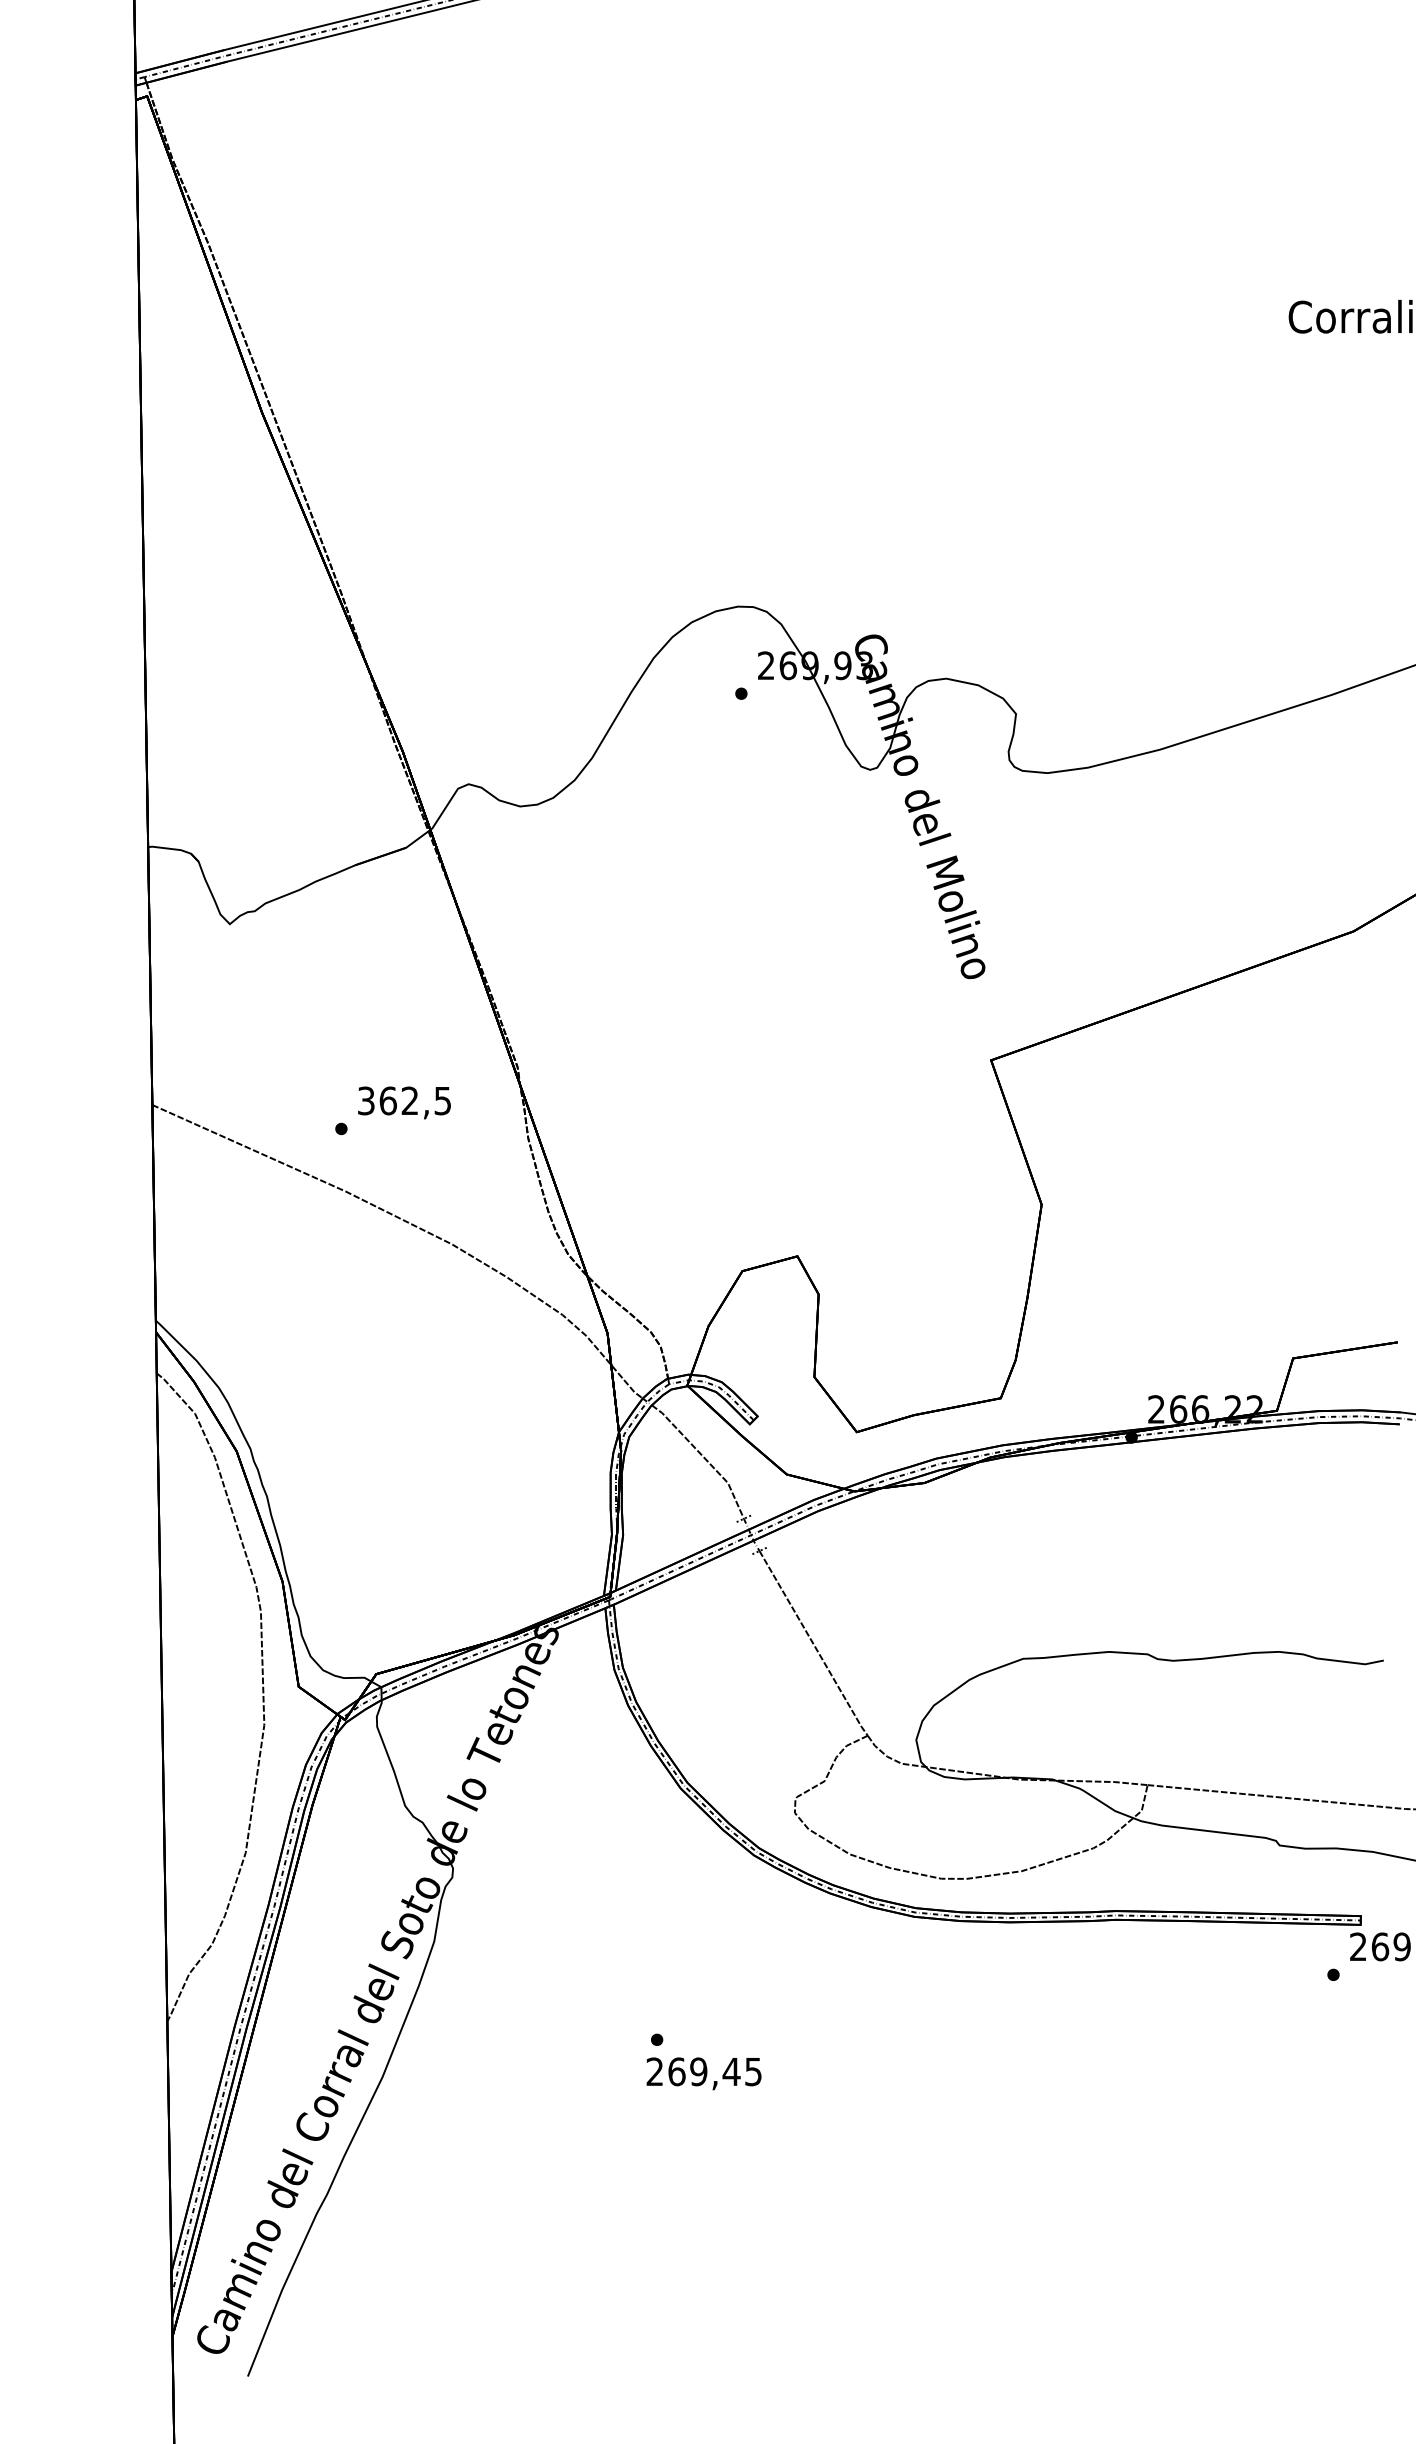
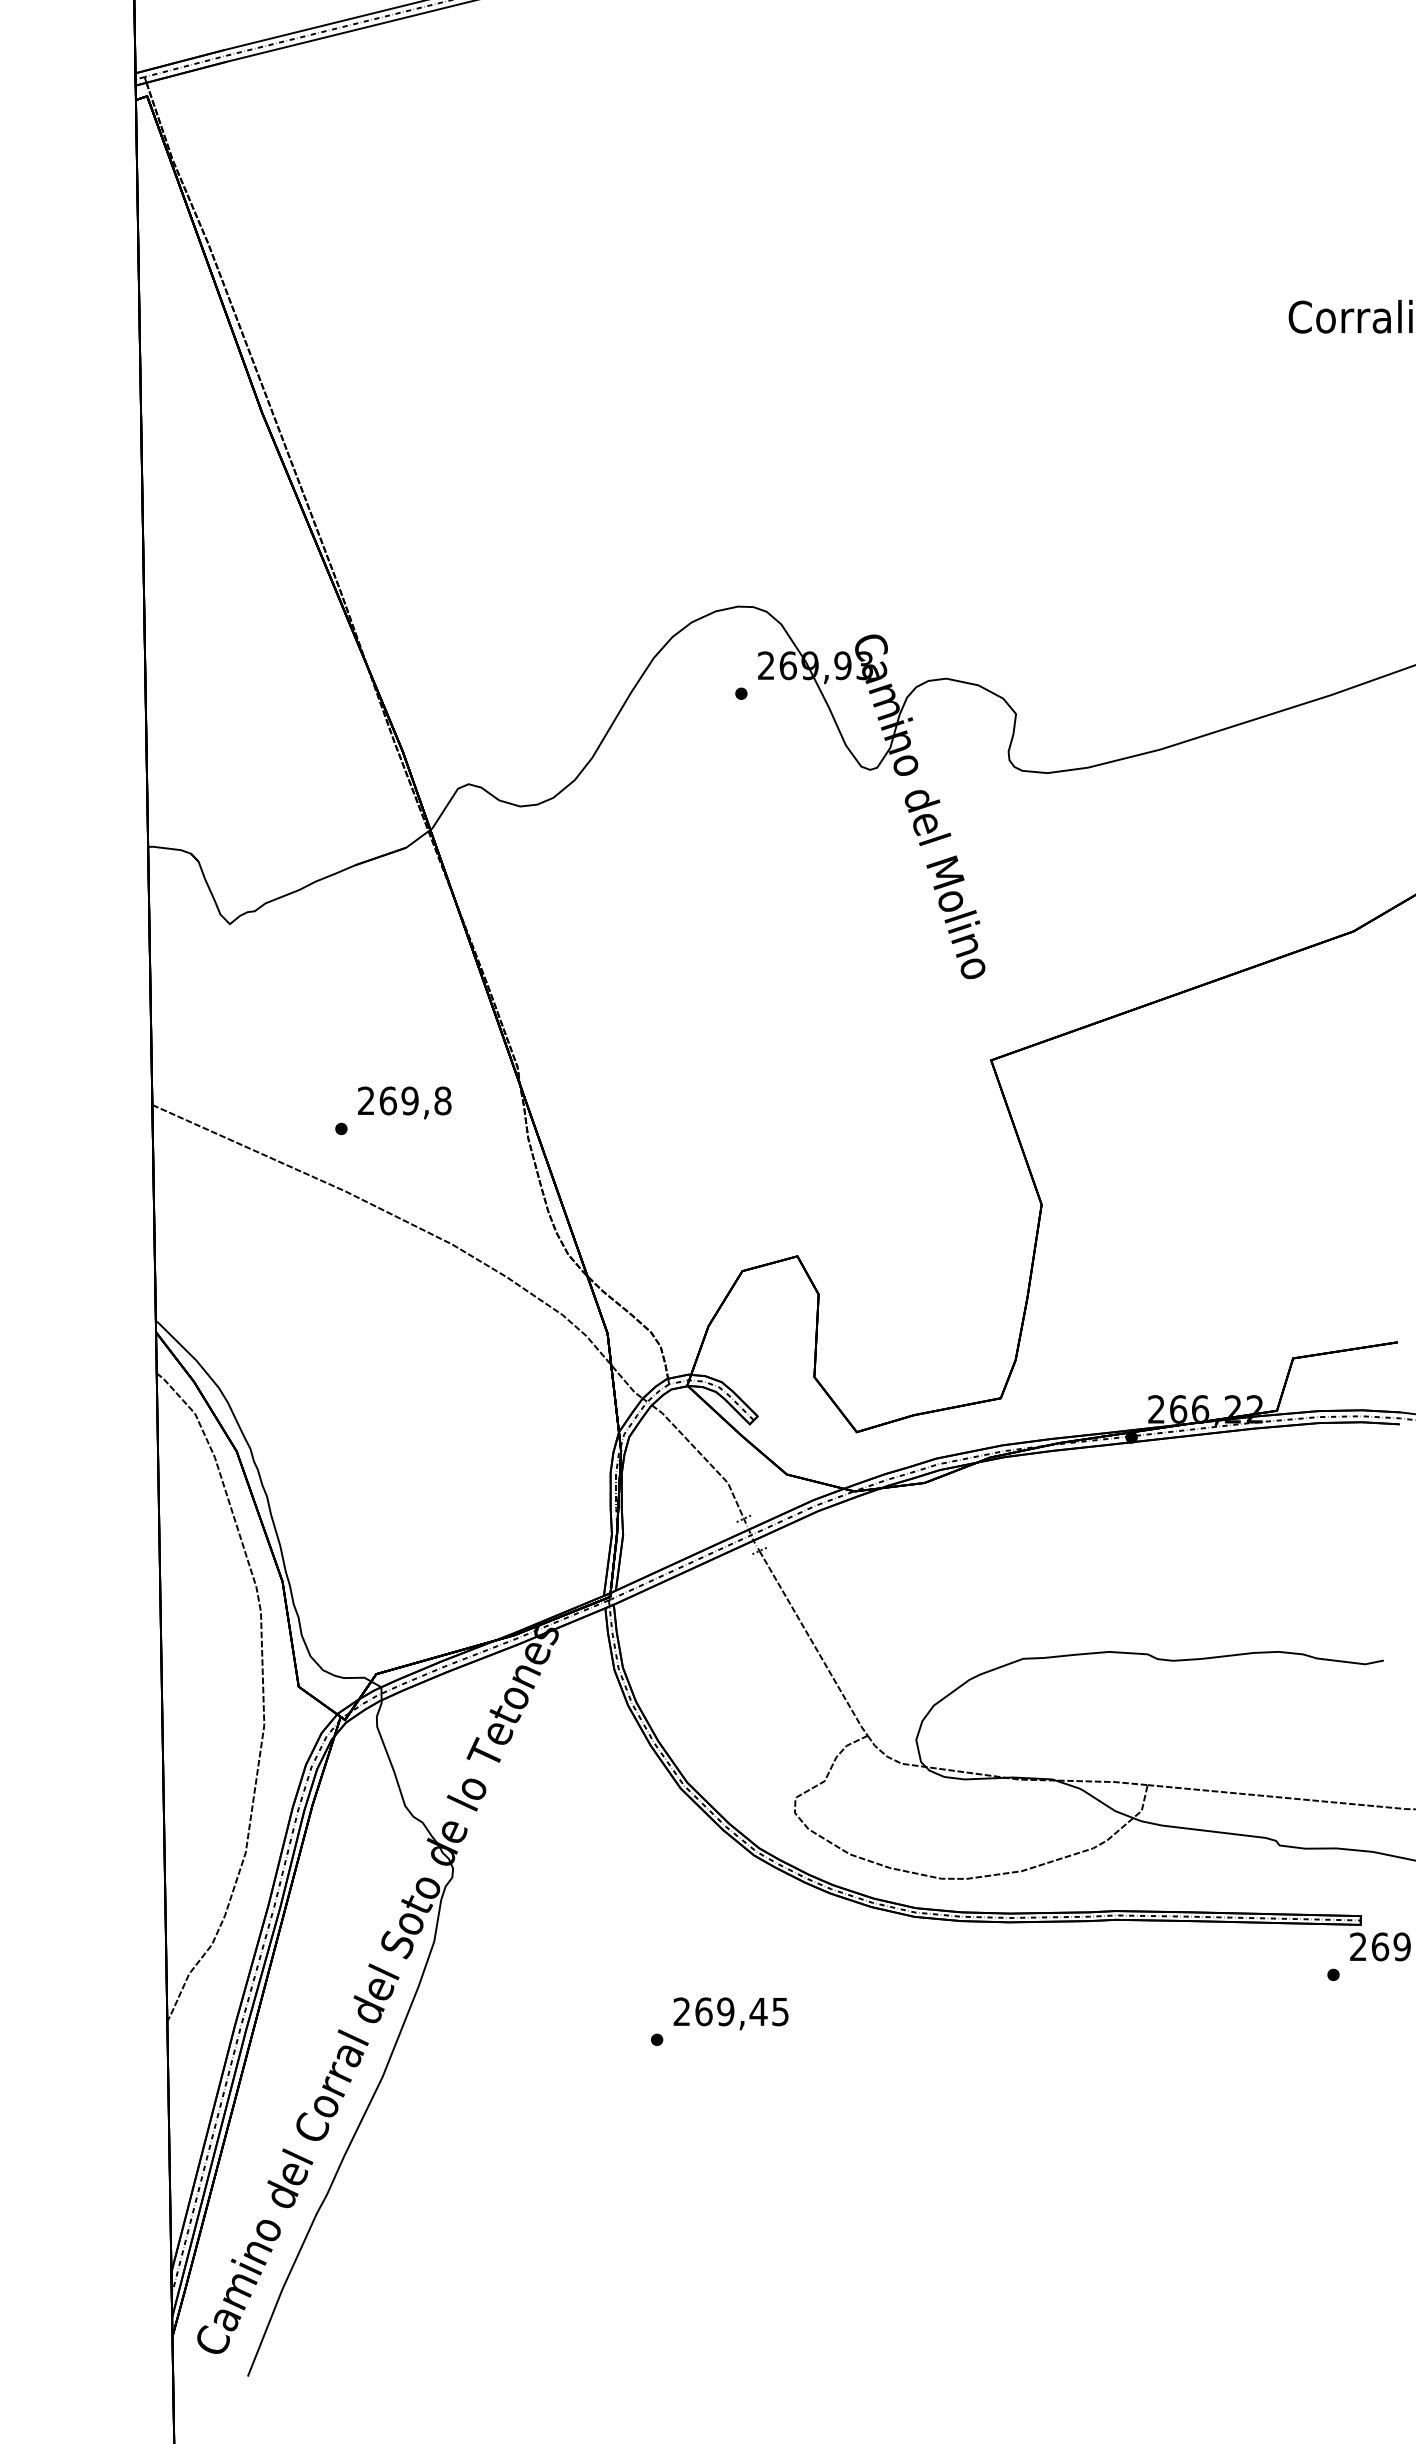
text at (404, 1100): 362,5 -> 269,8
text at (703, 2073) position: (703, 2073) -> (730, 2013)
